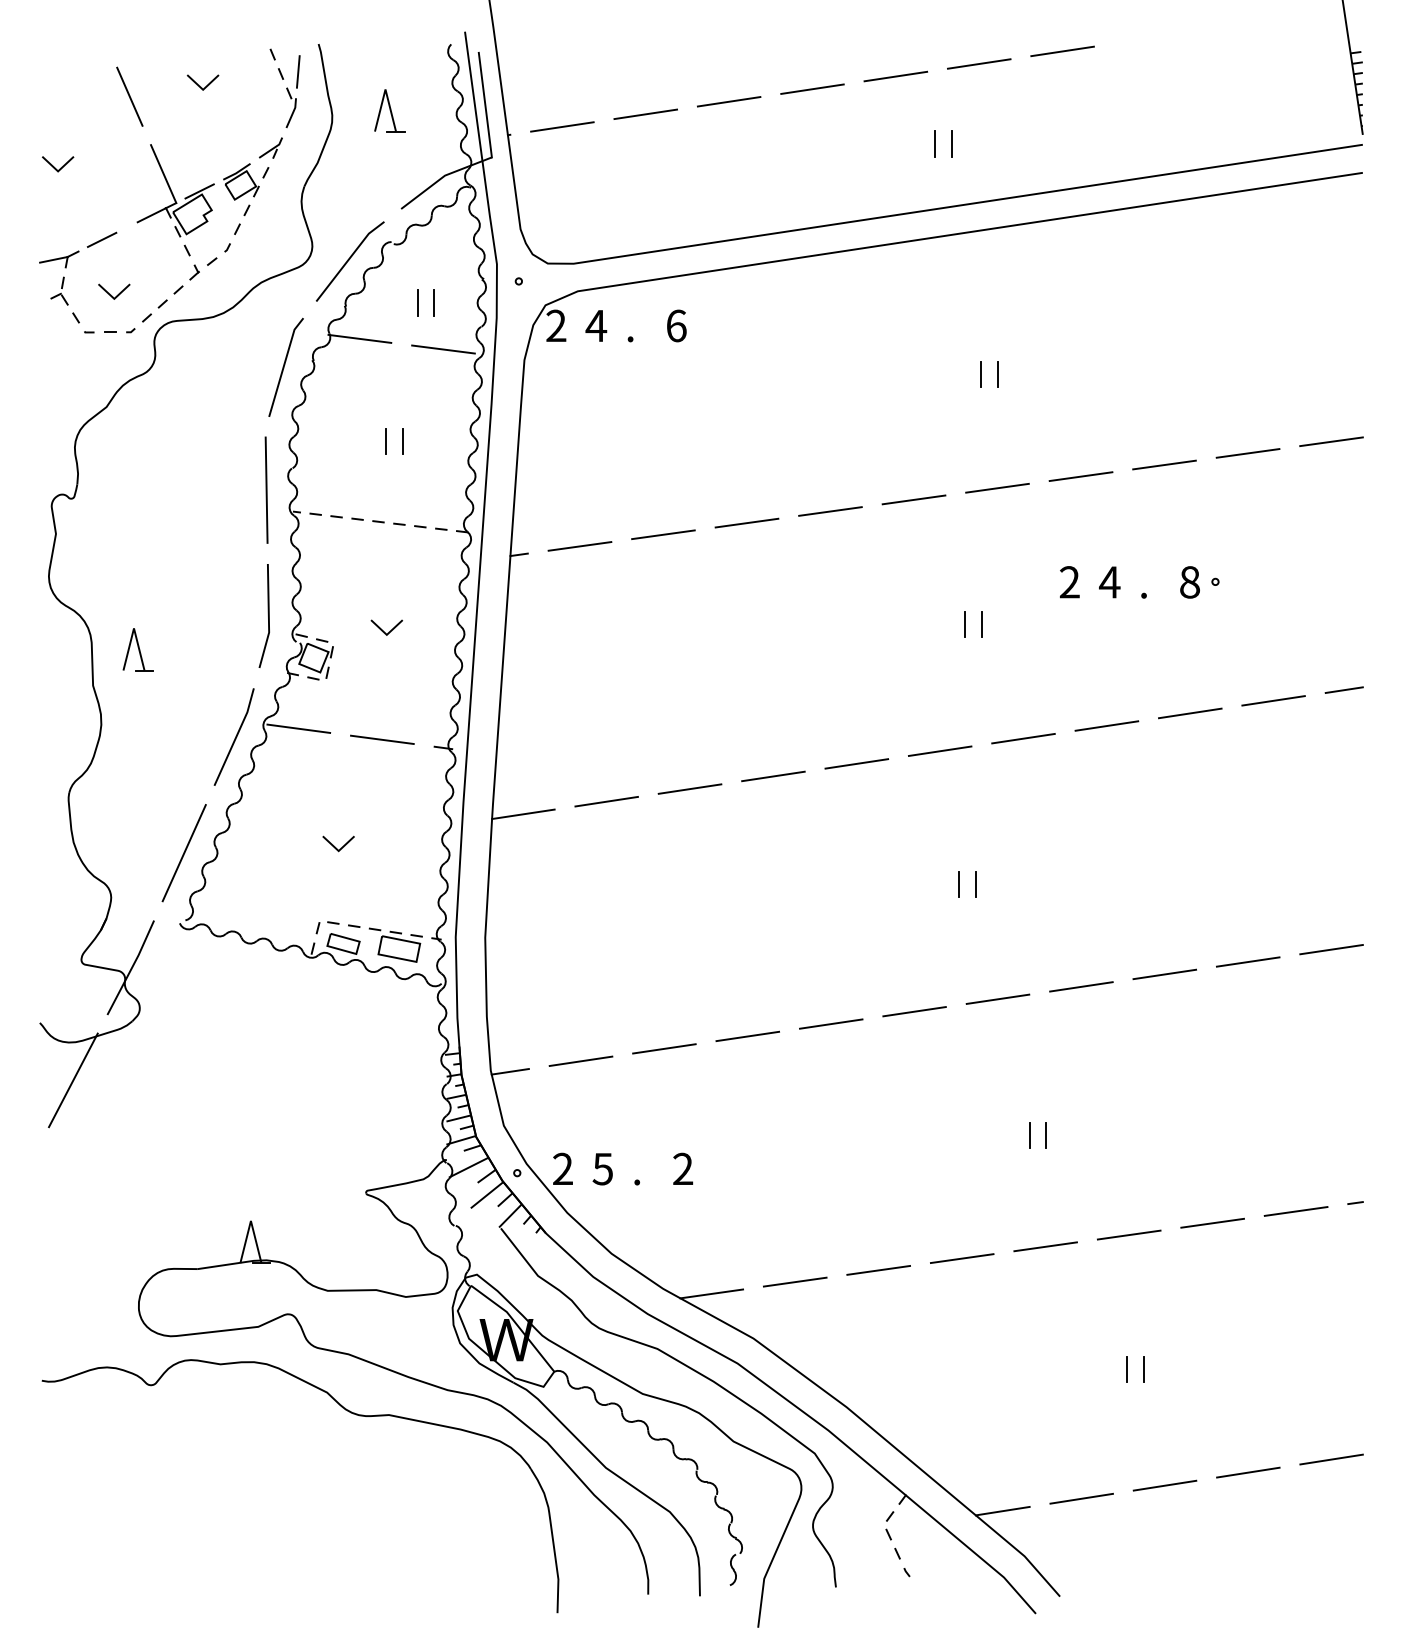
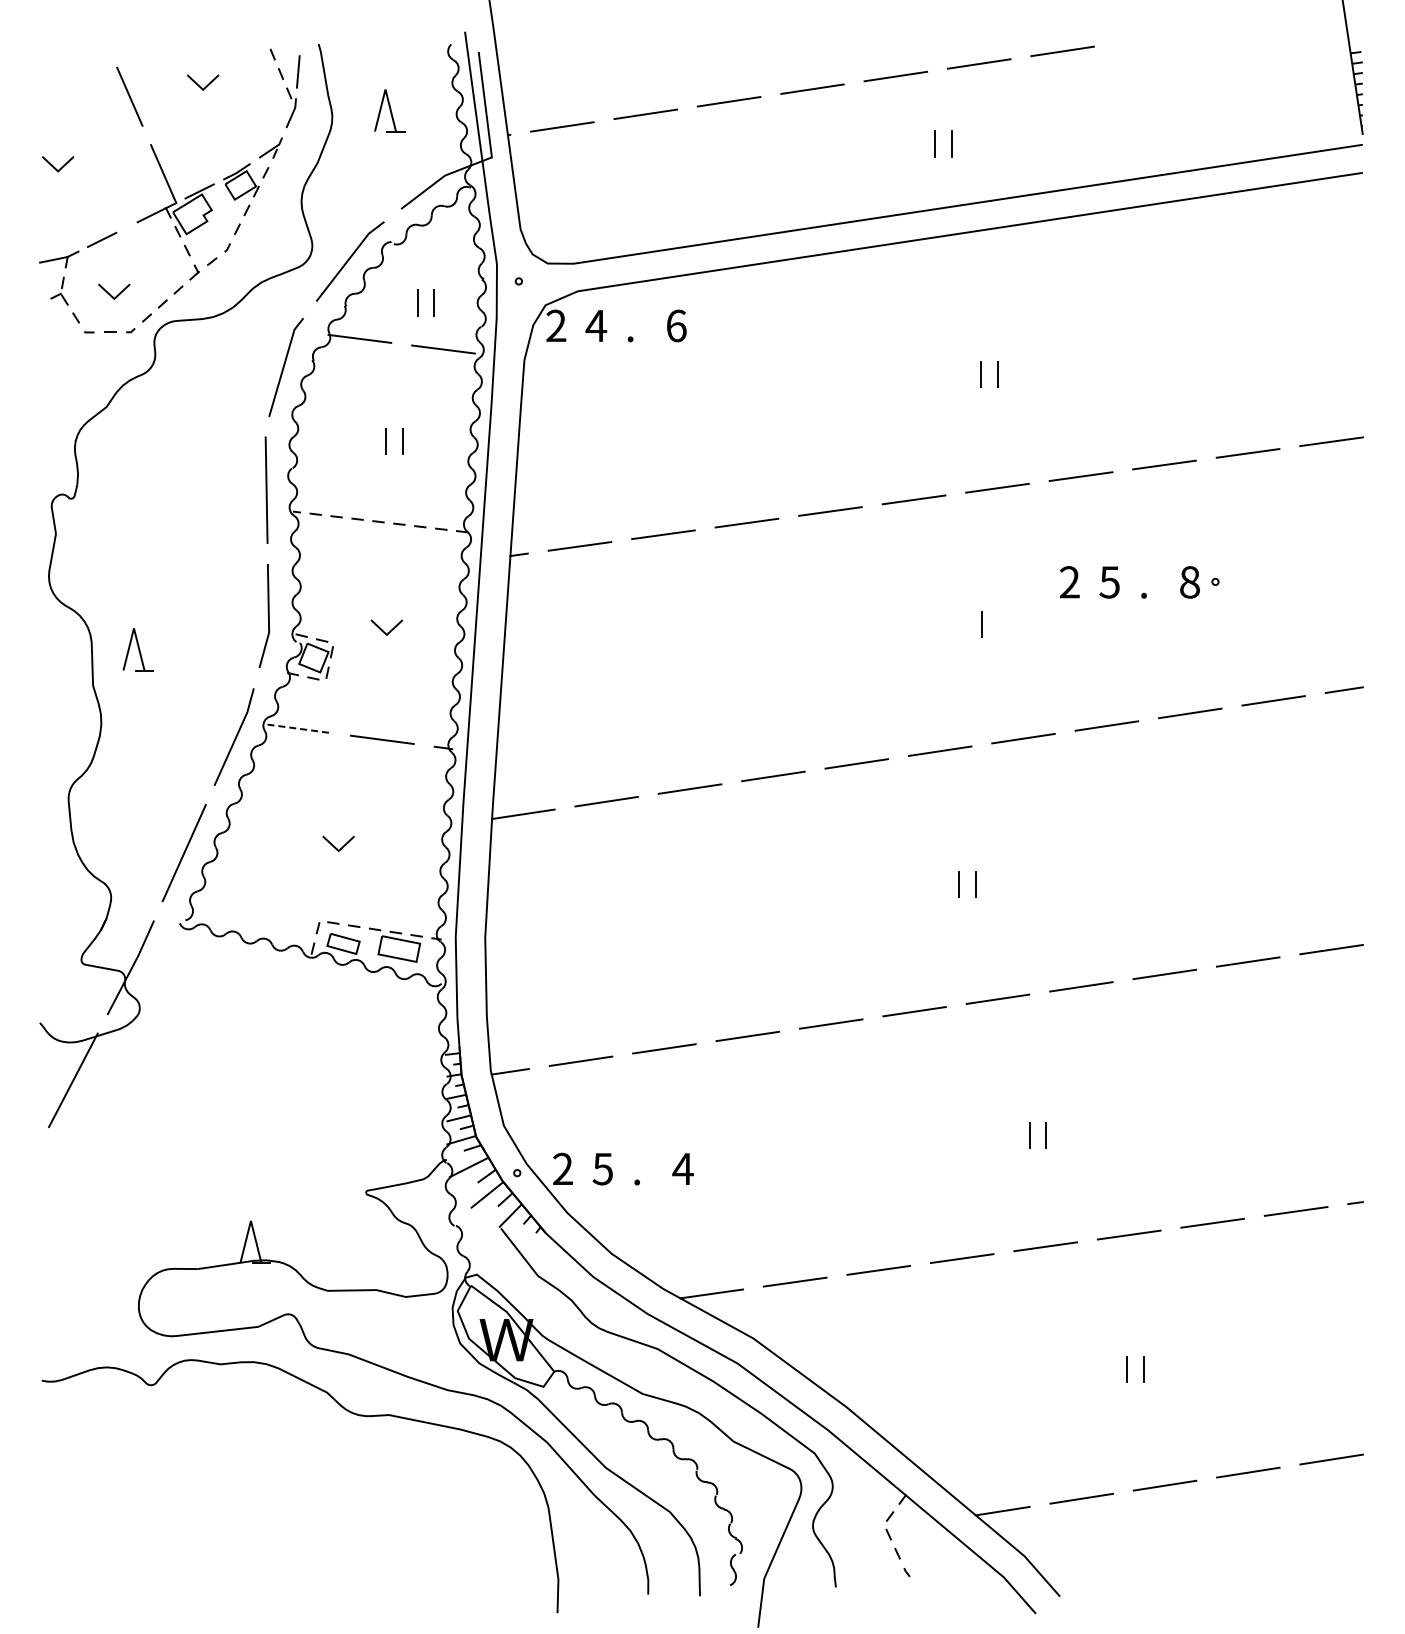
text at (1109, 582): 4 -> 5
line at (965, 623): present -> none
line at (298, 728): solid -> dashed
text at (682, 1168): 2 -> 4
